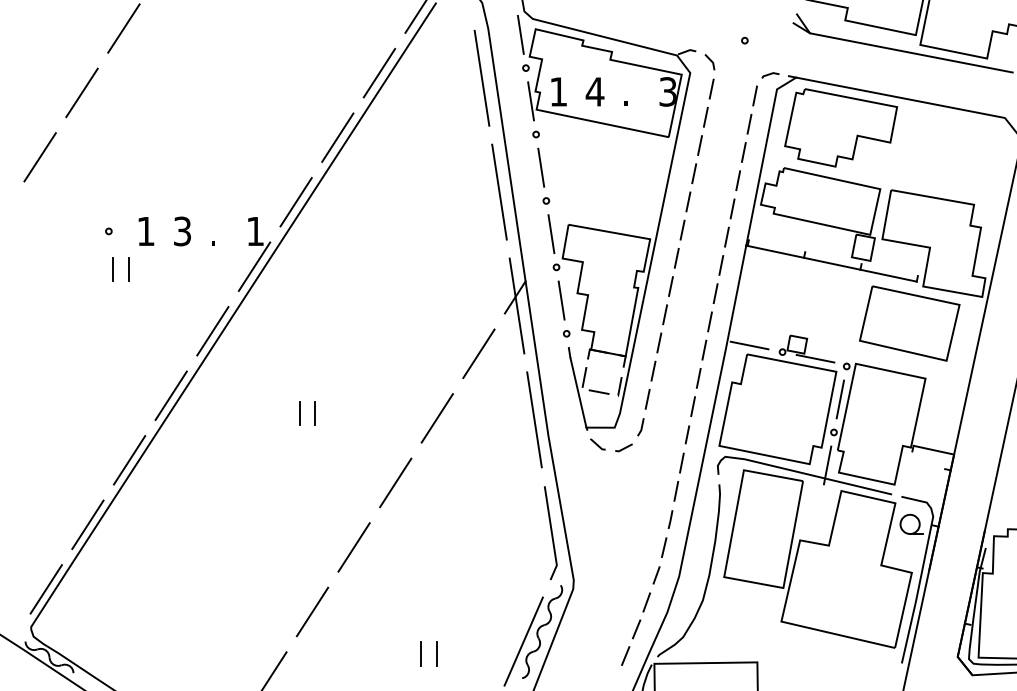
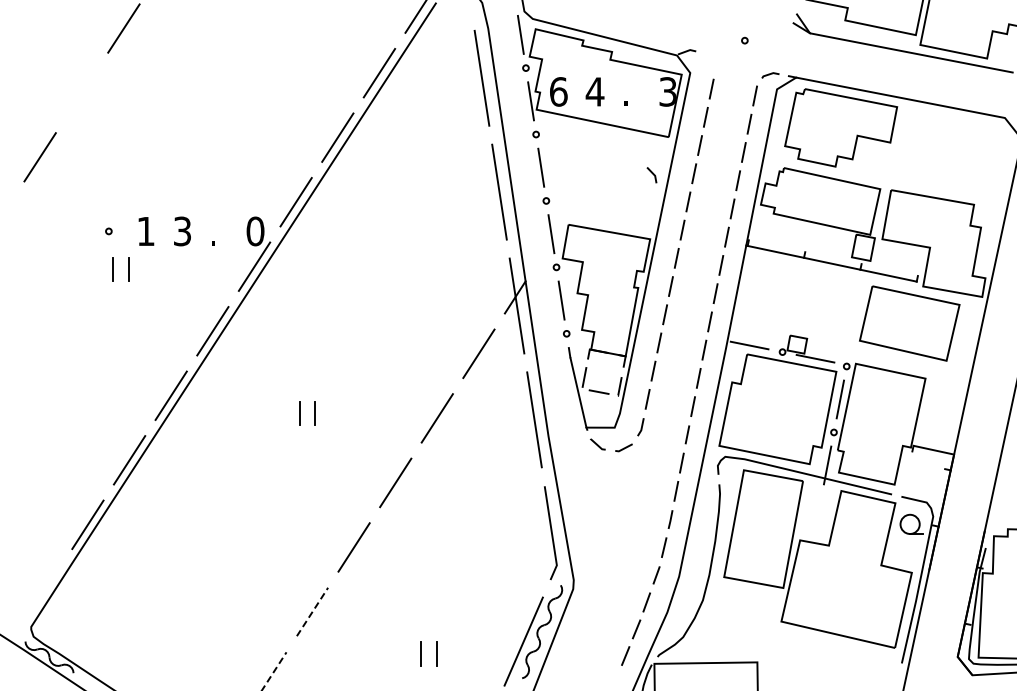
line at (710, 61) position: (710, 61) -> (652, 174)
text at (558, 91): 1 -> 6
line at (81, 92): present -> none
text at (255, 231): 1 -> 0
line at (45, 589): present -> none
line at (312, 611): solid -> dashed
line at (274, 671): solid -> dashed
